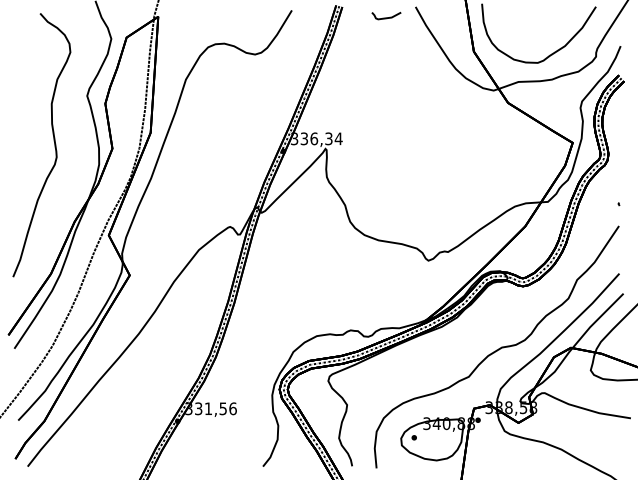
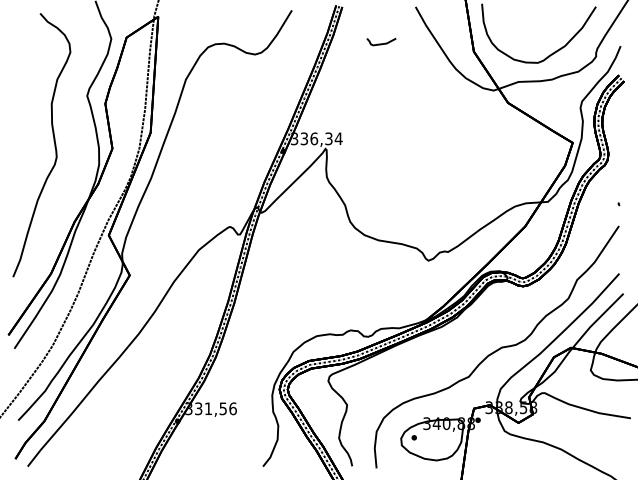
curve at (386, 17) position: (386, 17) -> (381, 43)
